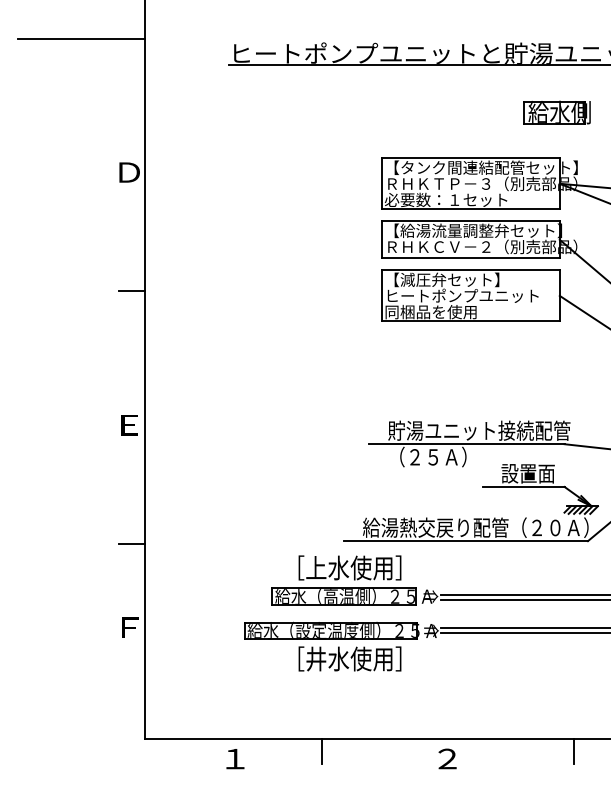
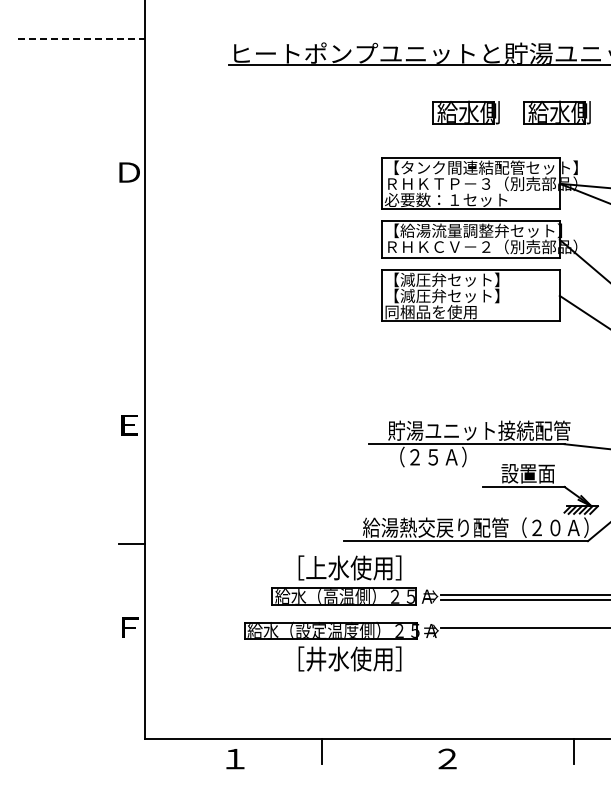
line at (81, 38): solid -> dashed
part at (465, 112): none -> present
line at (131, 291): present -> none
text at (462, 295): ヒートポンプユニット -> 【減圧弁セット】
line at (523, 632): present -> none
